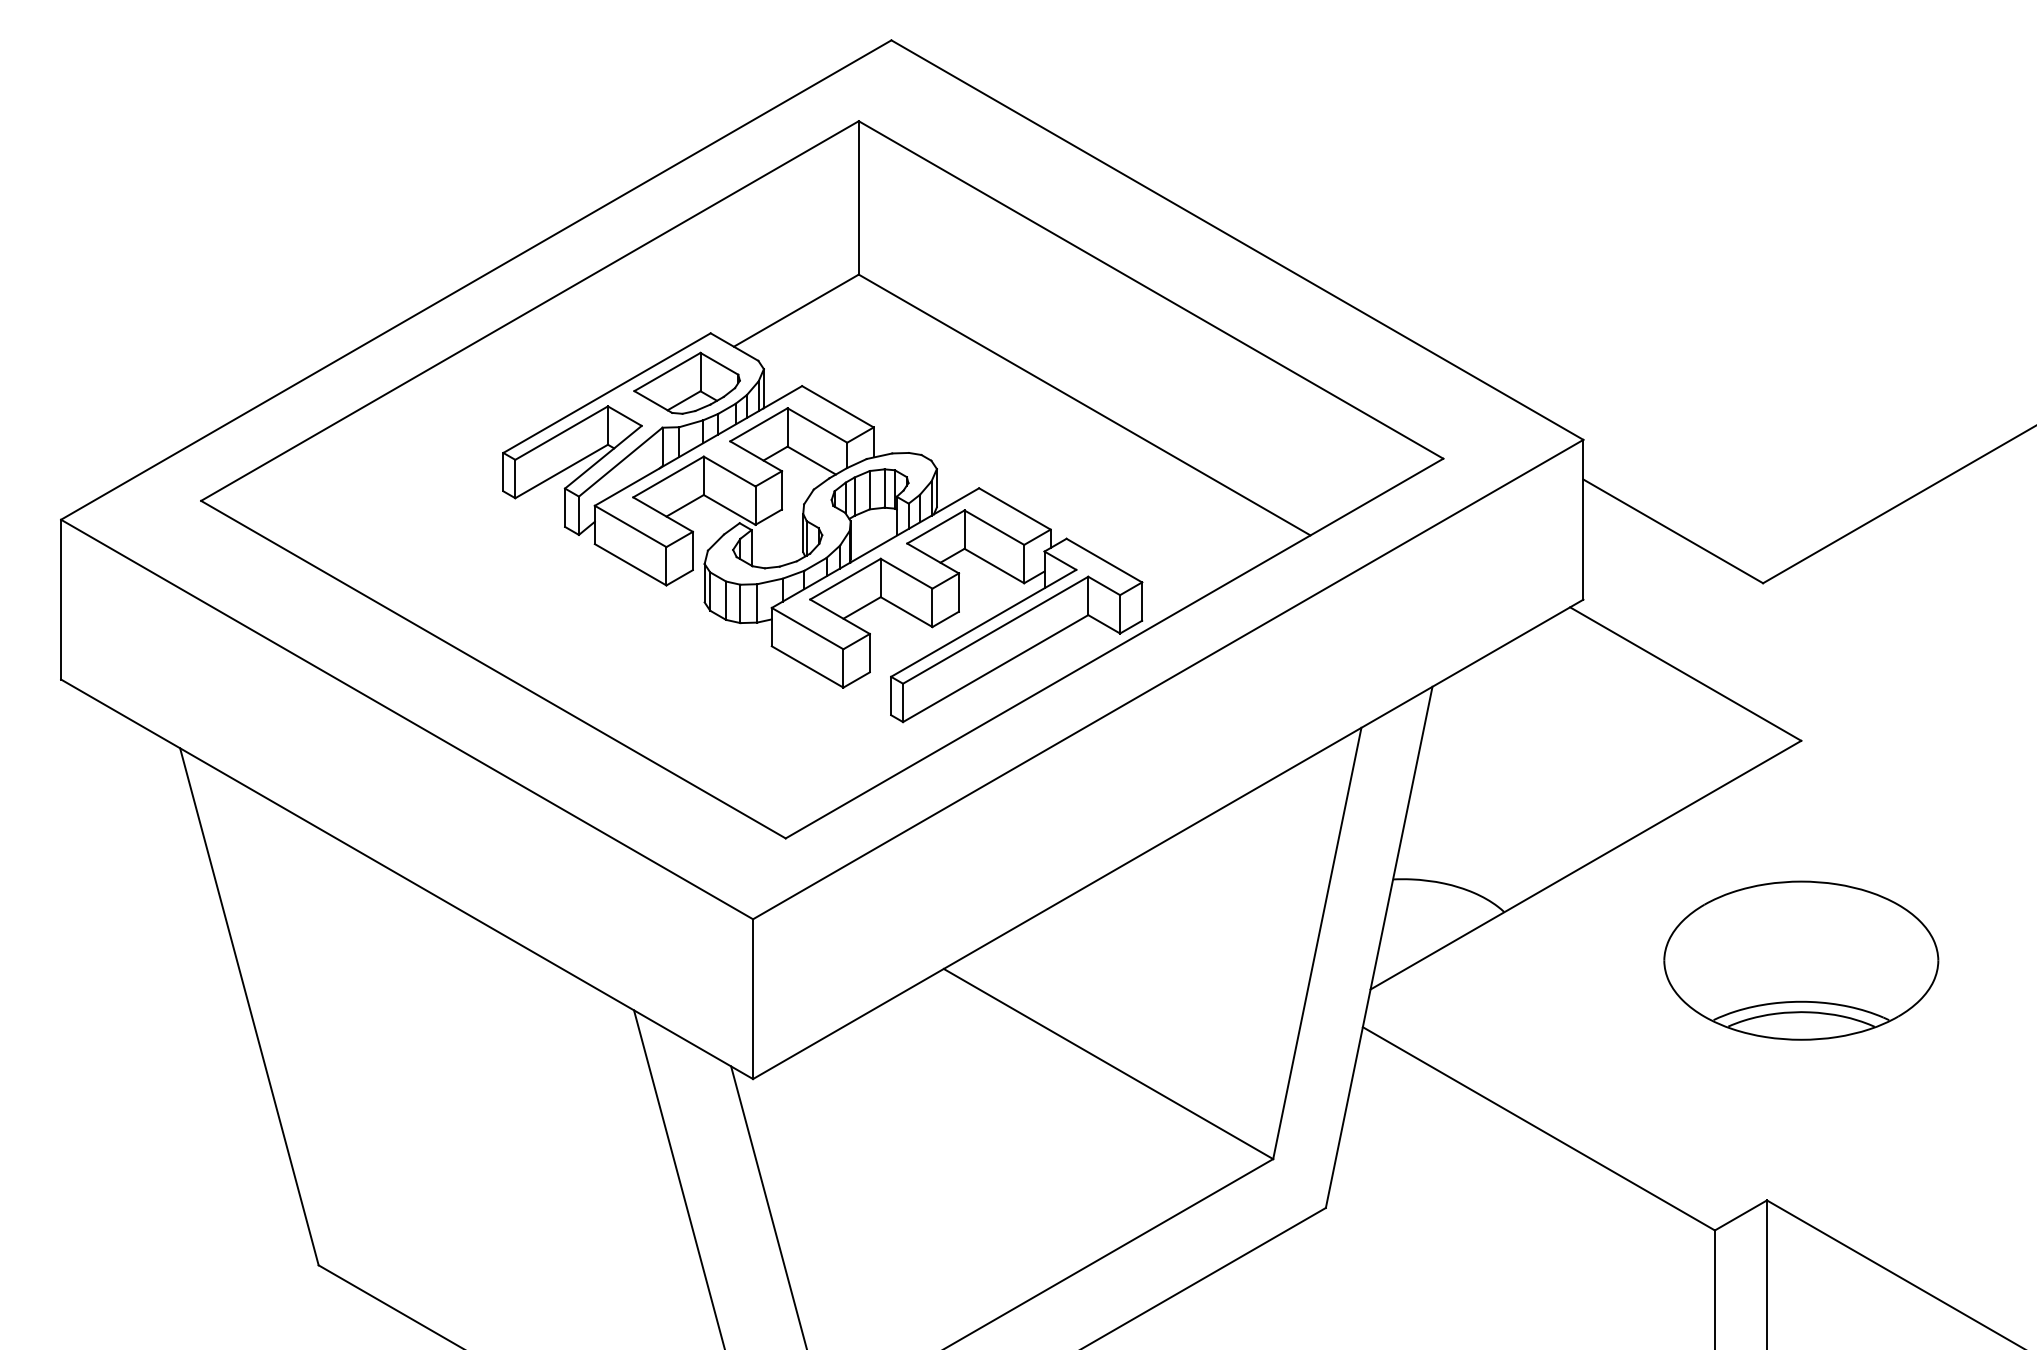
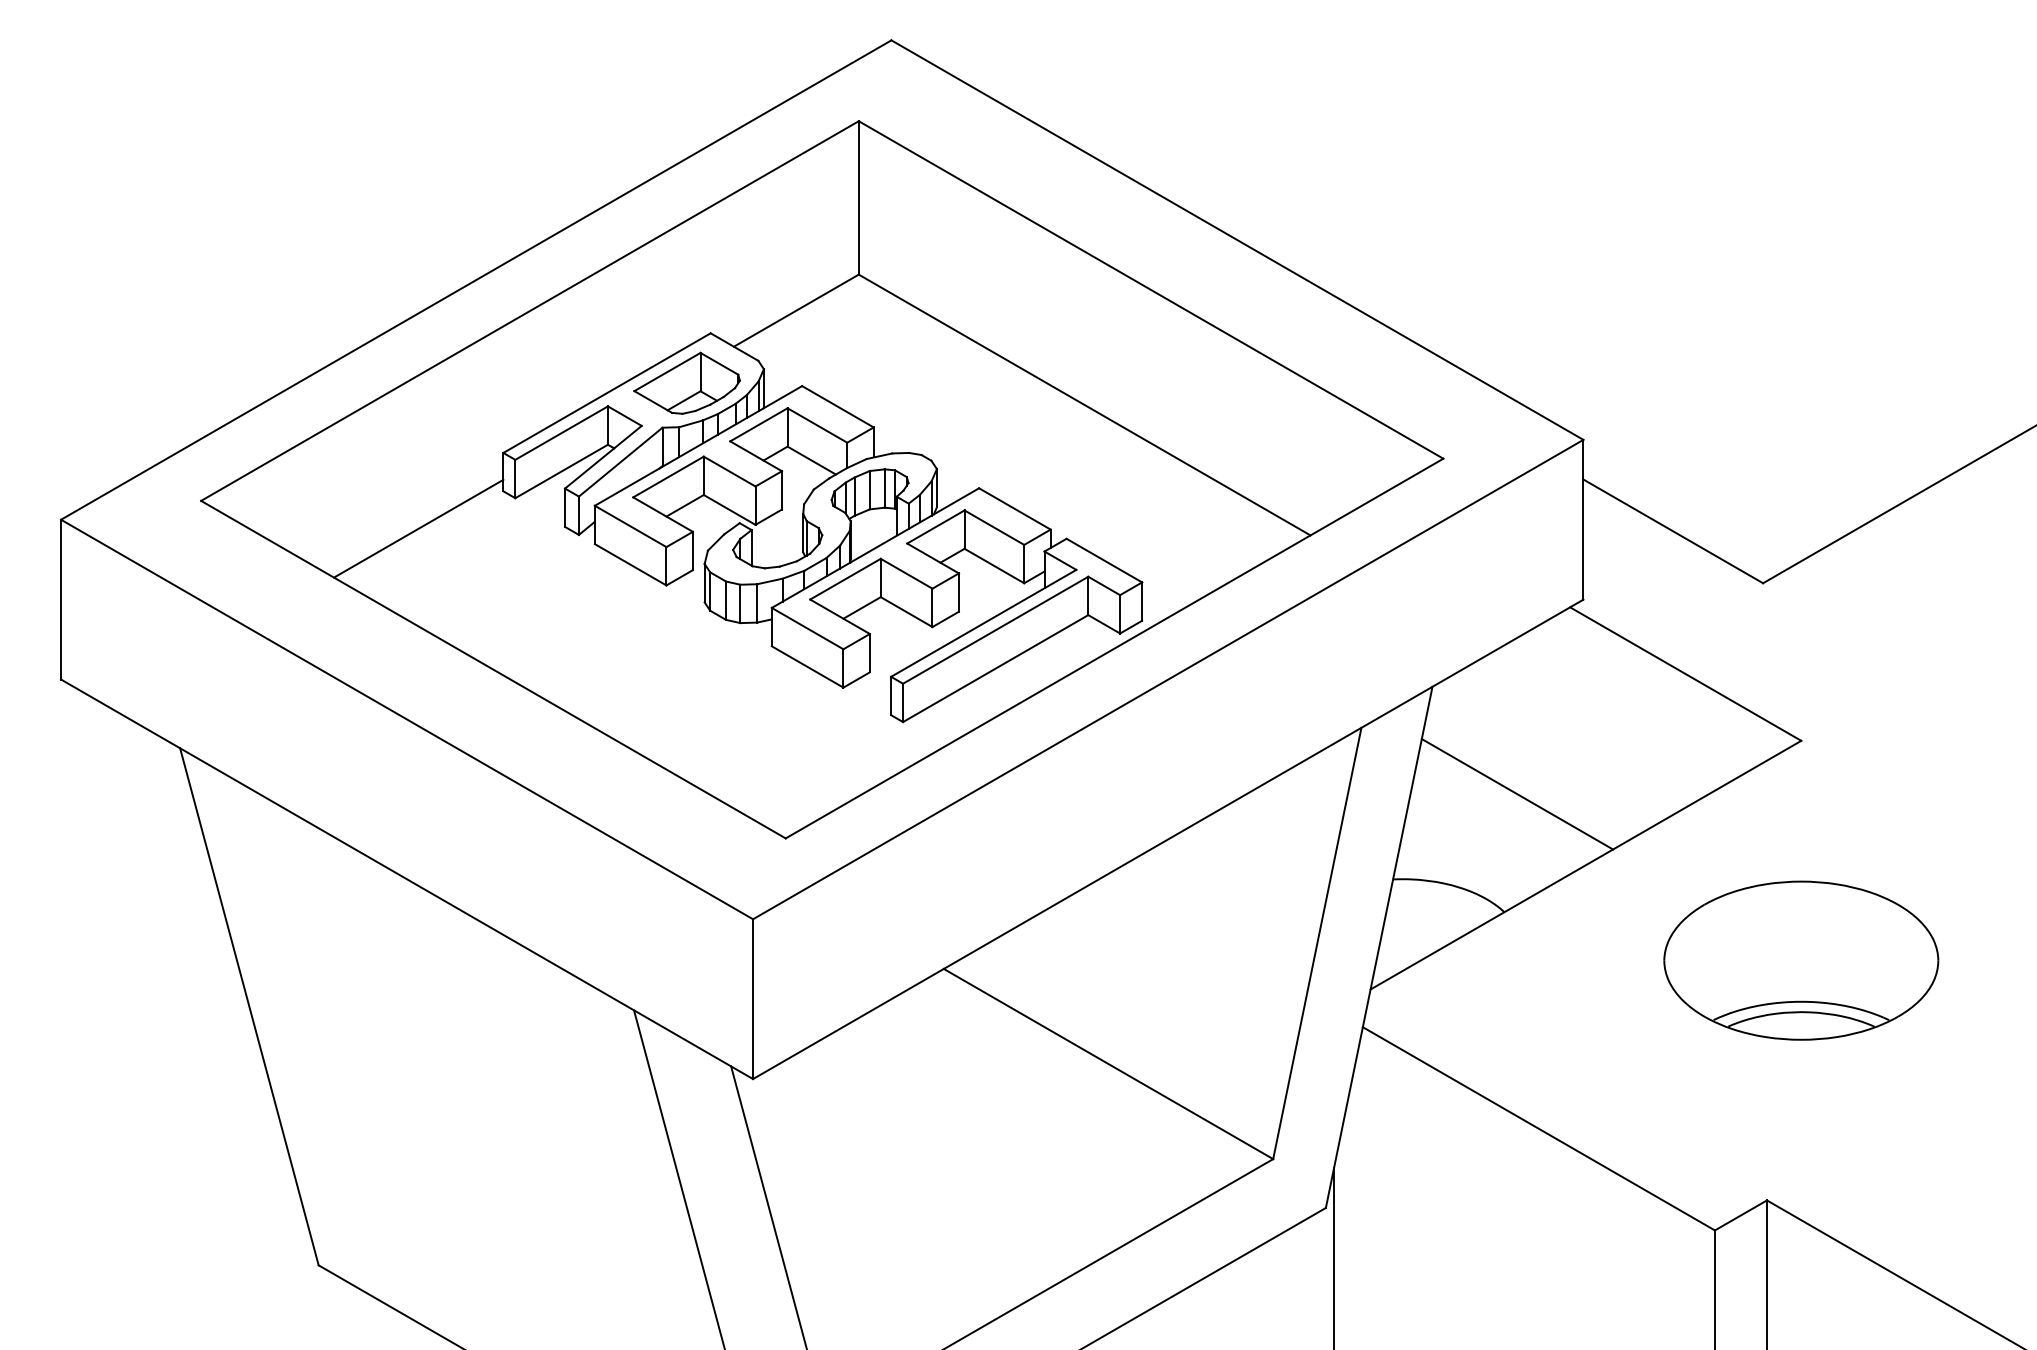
line at (418, 528): none -> present
line at (1517, 794): none -> present
line at (1334, 1256): none -> present
